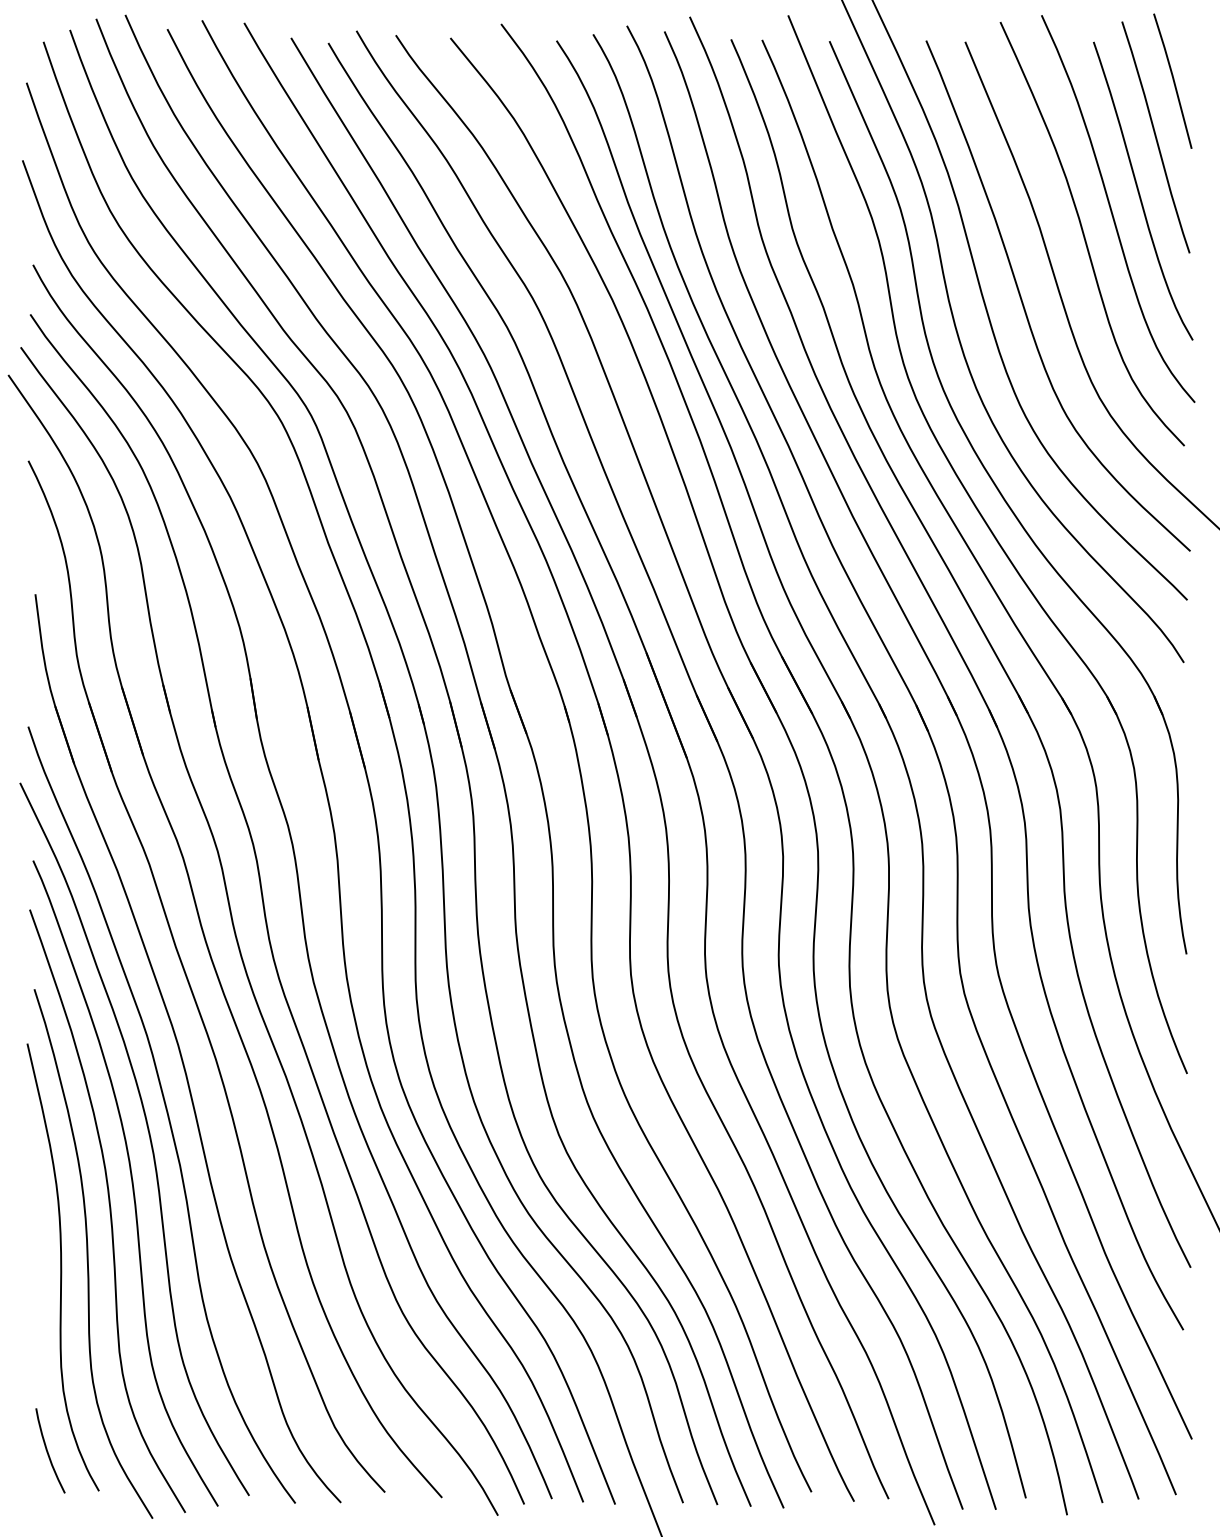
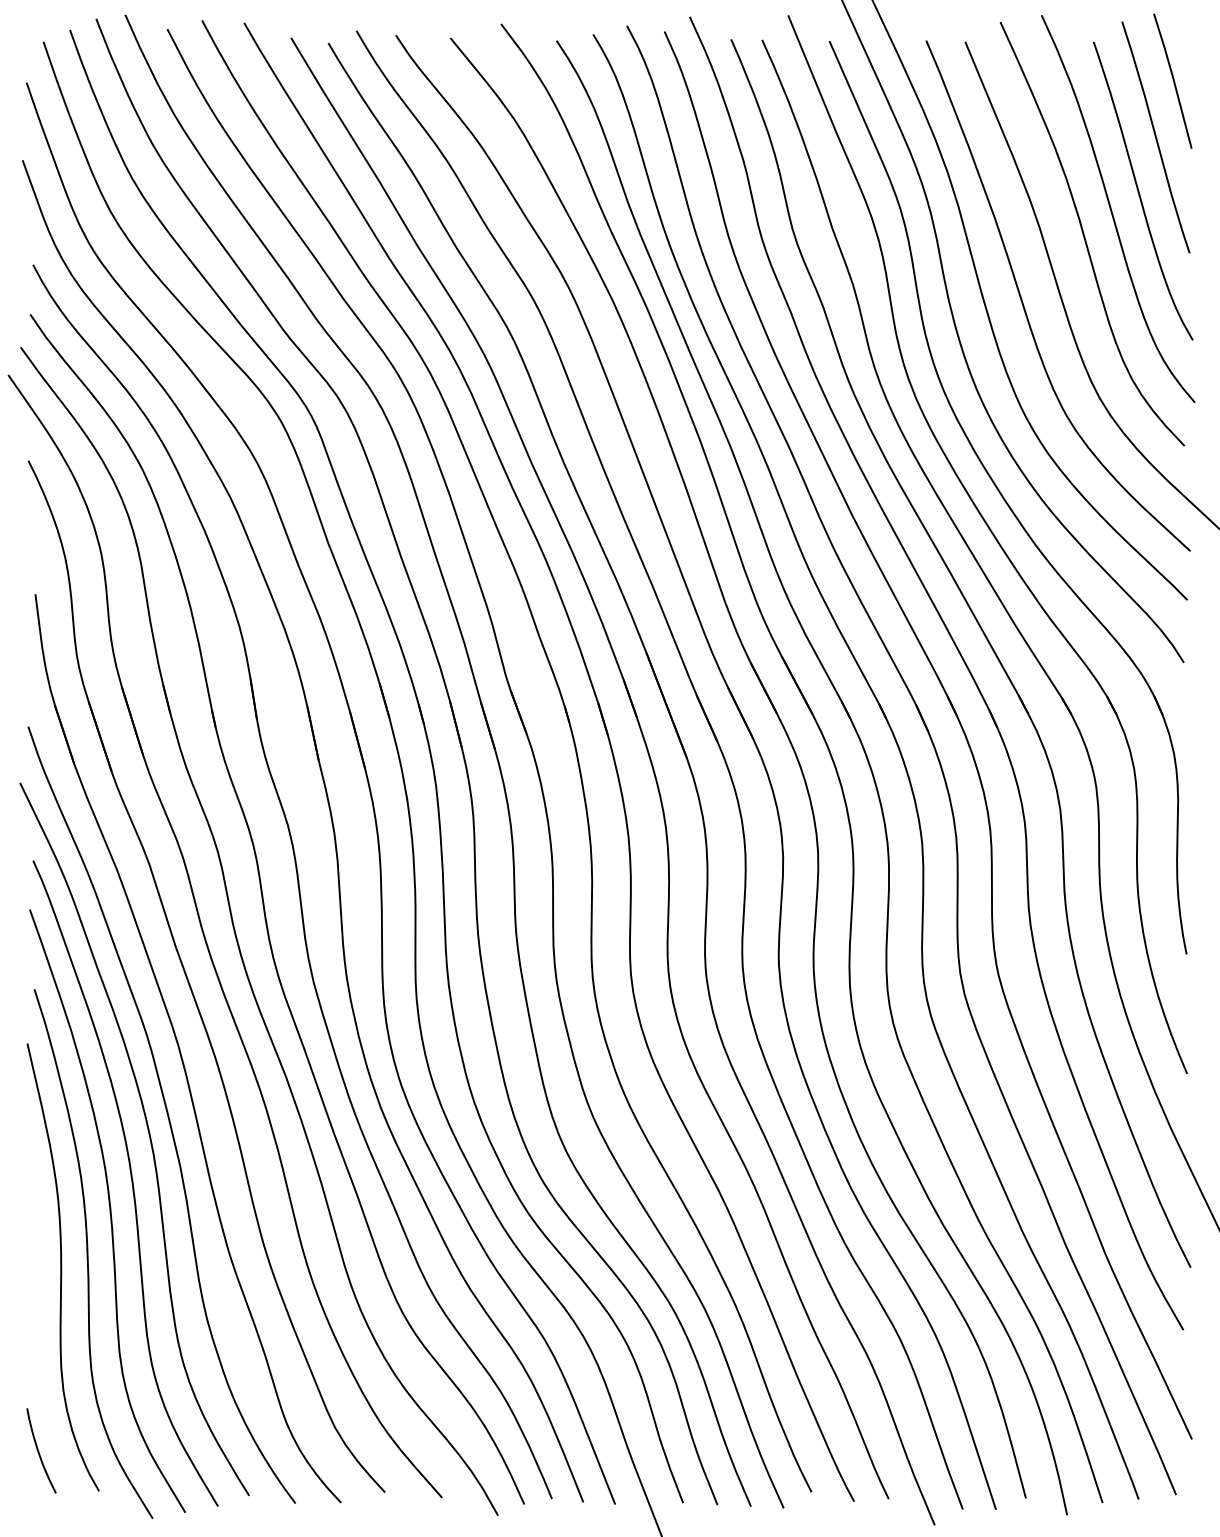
curve at (48, 1451) position: (48, 1451) -> (39, 1451)
